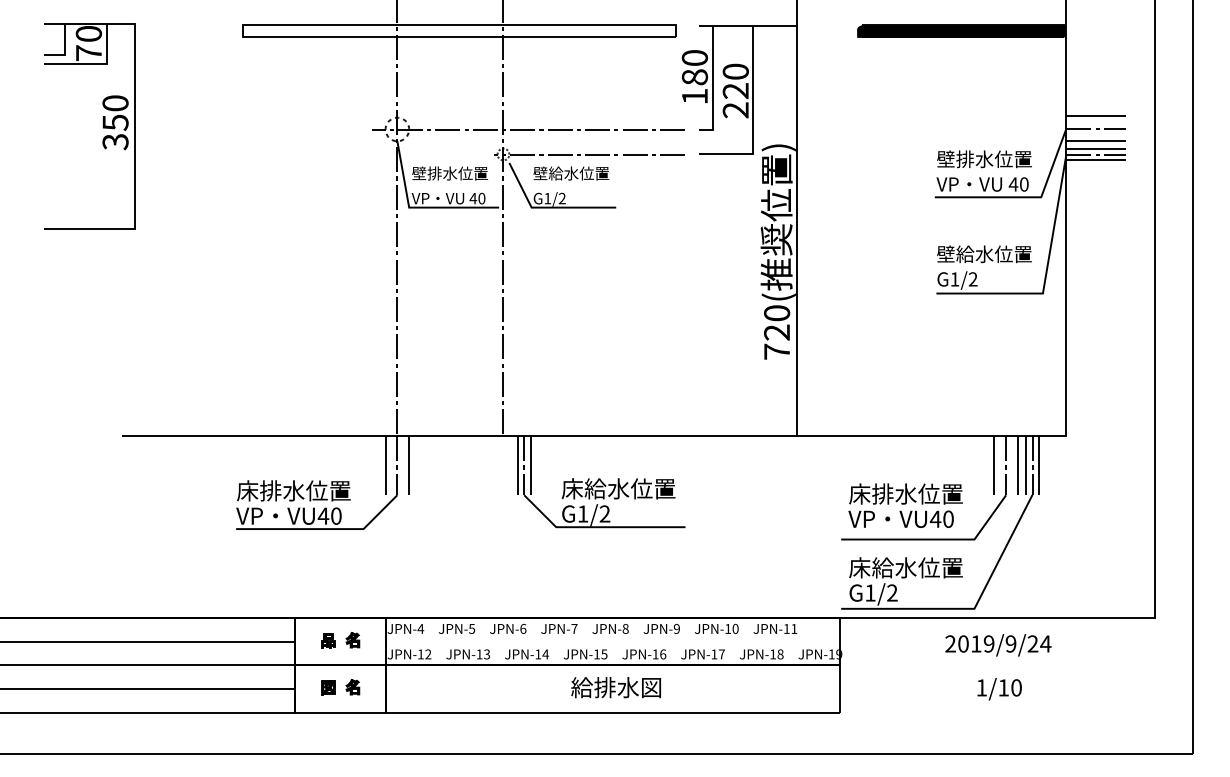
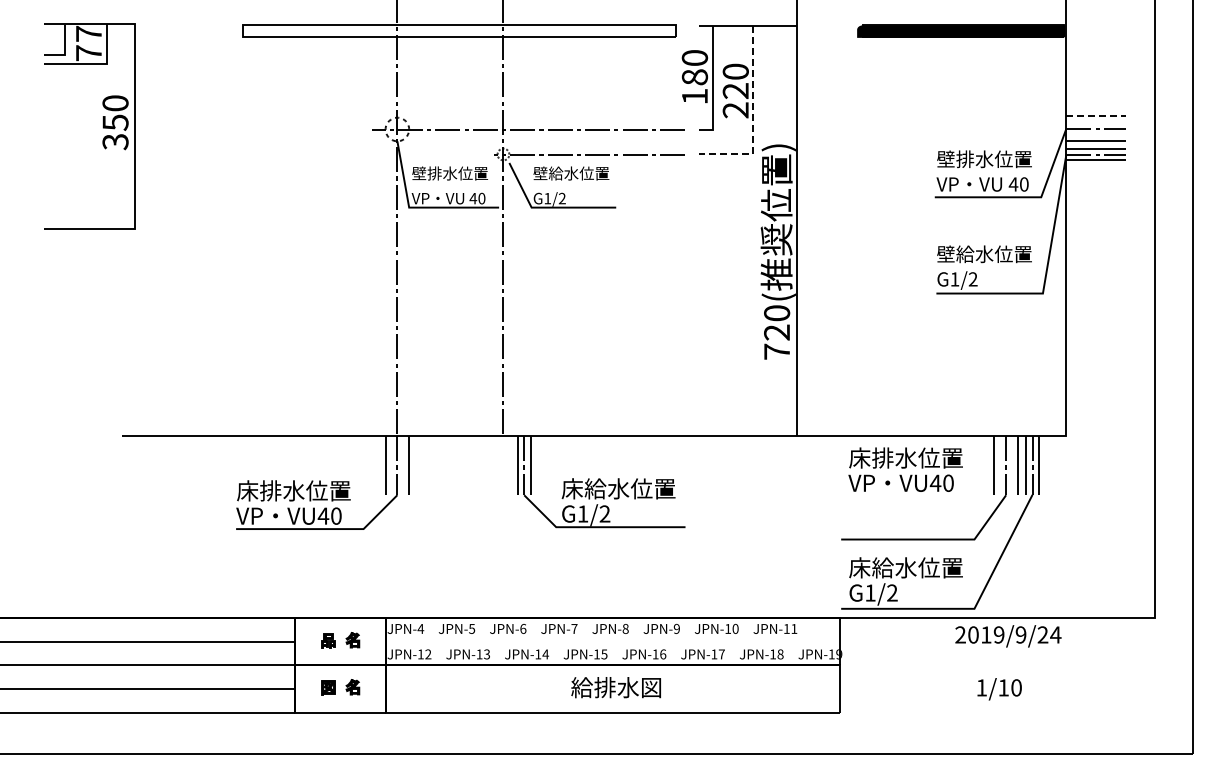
text at (88, 33): 70 -> 77
line at (1096, 116): solid -> dashed
line at (752, 118): solid -> dashed
text at (905, 505) position: (905, 505) -> (905, 469)
text at (998, 645) position: (998, 645) -> (1008, 636)
